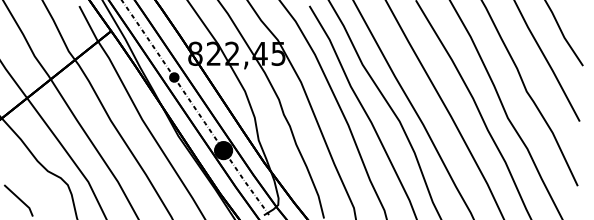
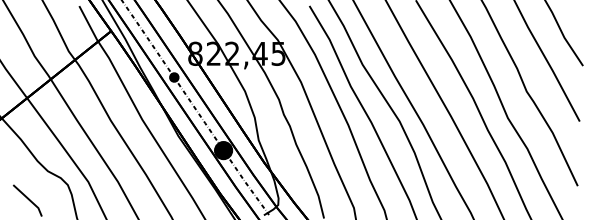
line at (18, 199) position: (18, 199) -> (27, 199)
